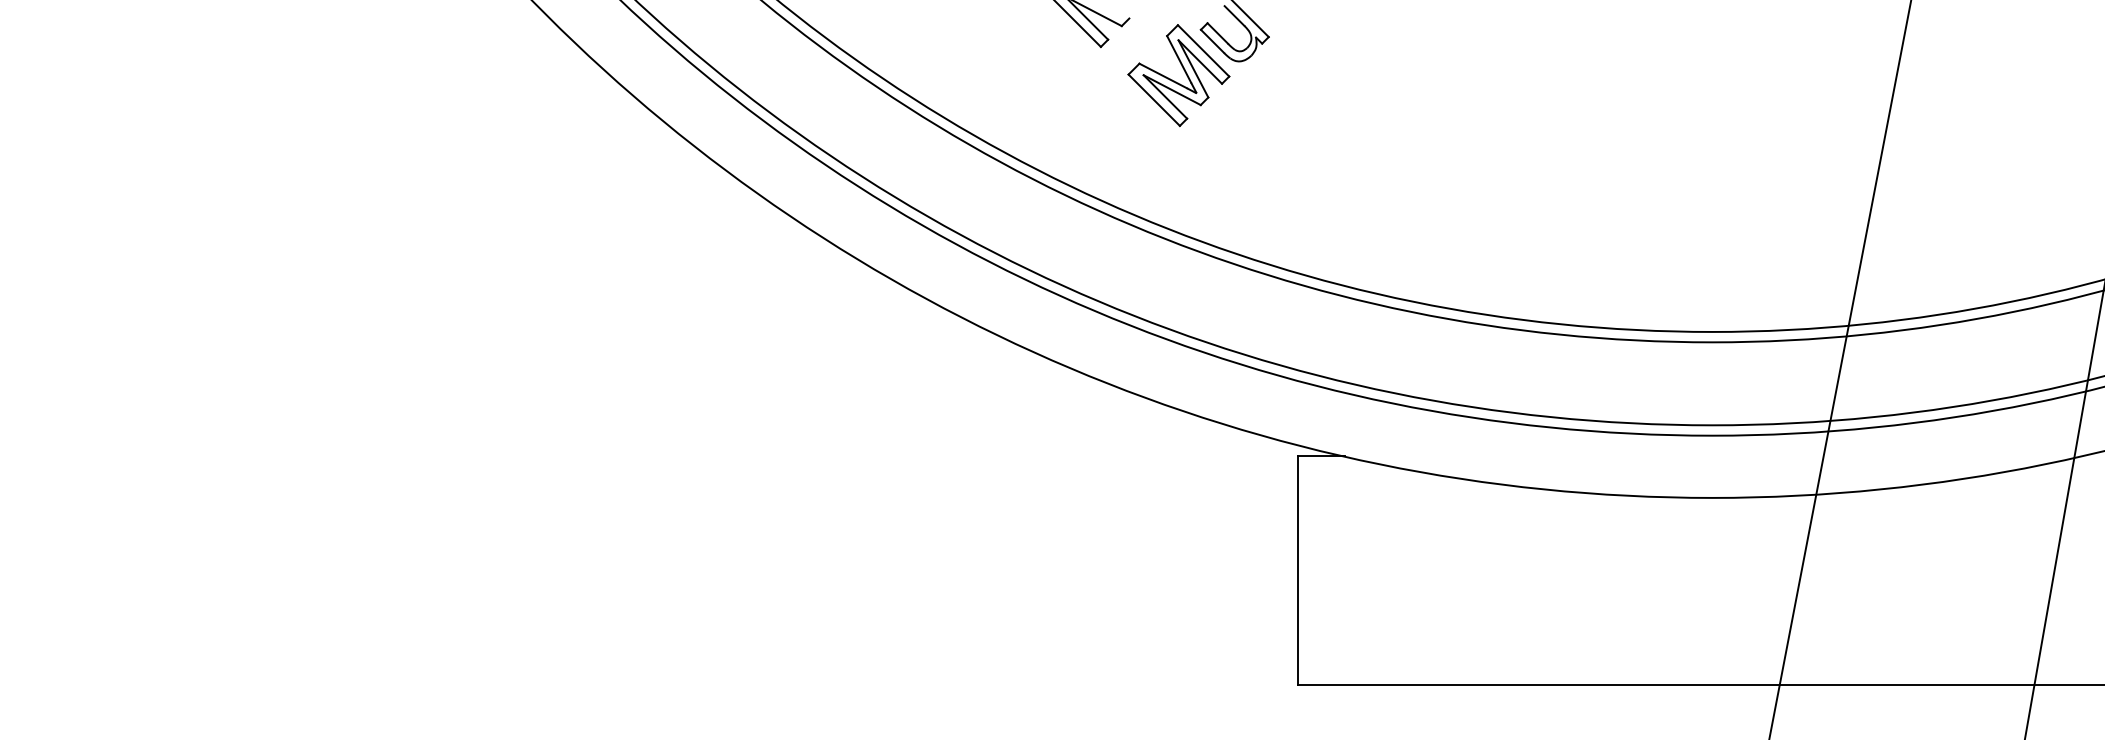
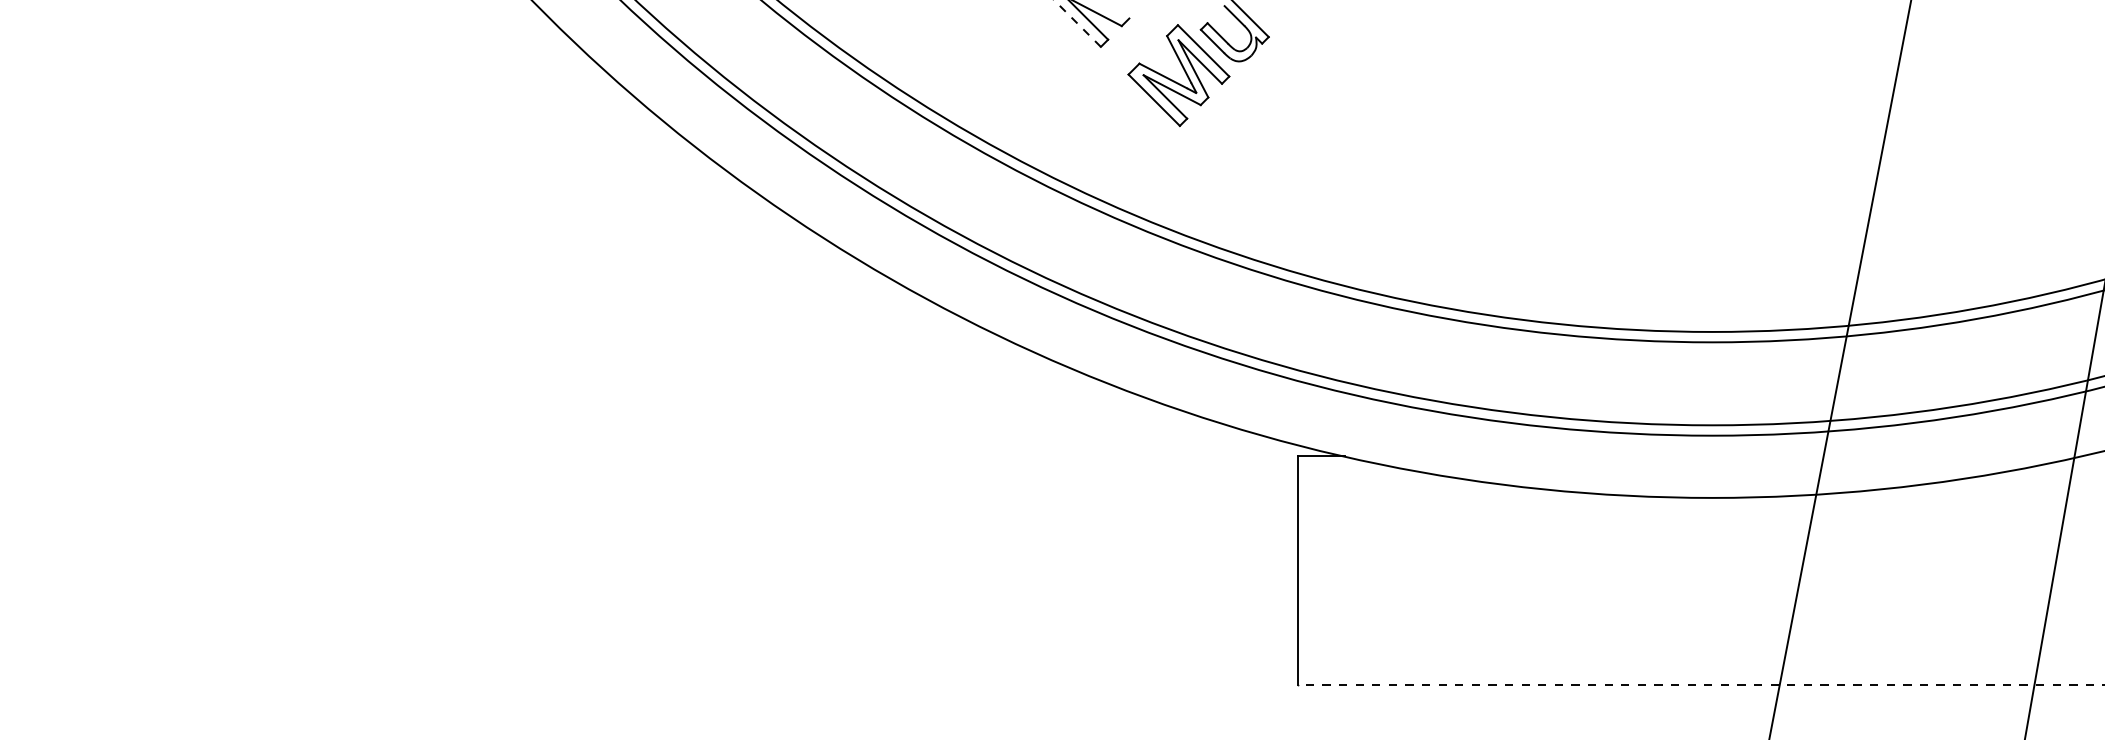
line at (1077, 23): solid -> dashed
line at (1700, 684): solid -> dashed
